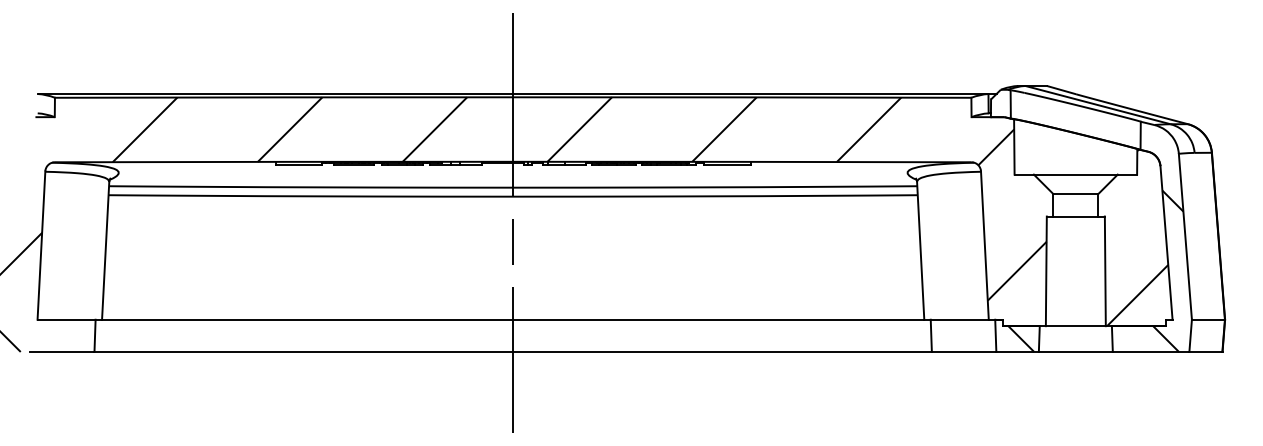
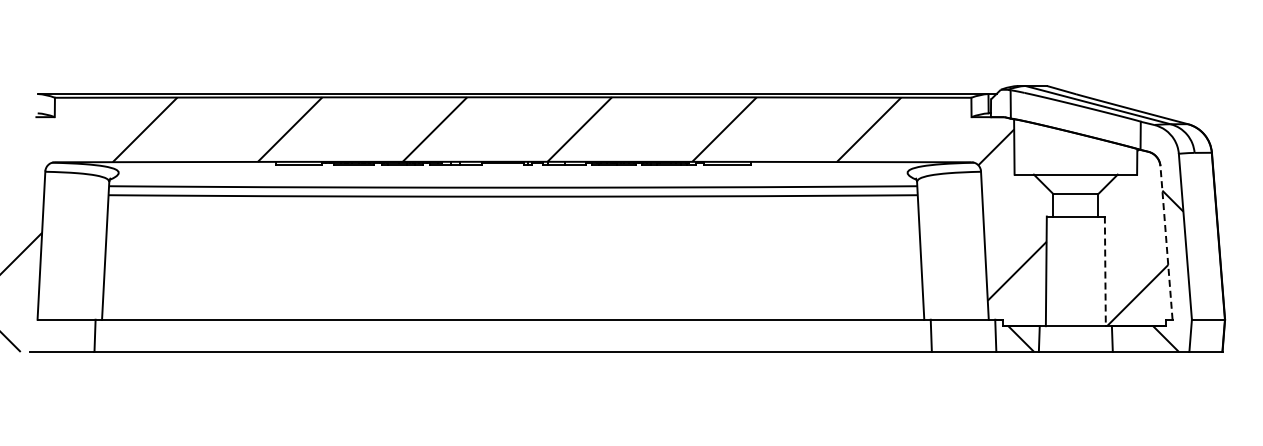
line at (513, 222): present -> none
line at (1166, 242): solid -> dashed
line at (1105, 271): solid -> dashed
